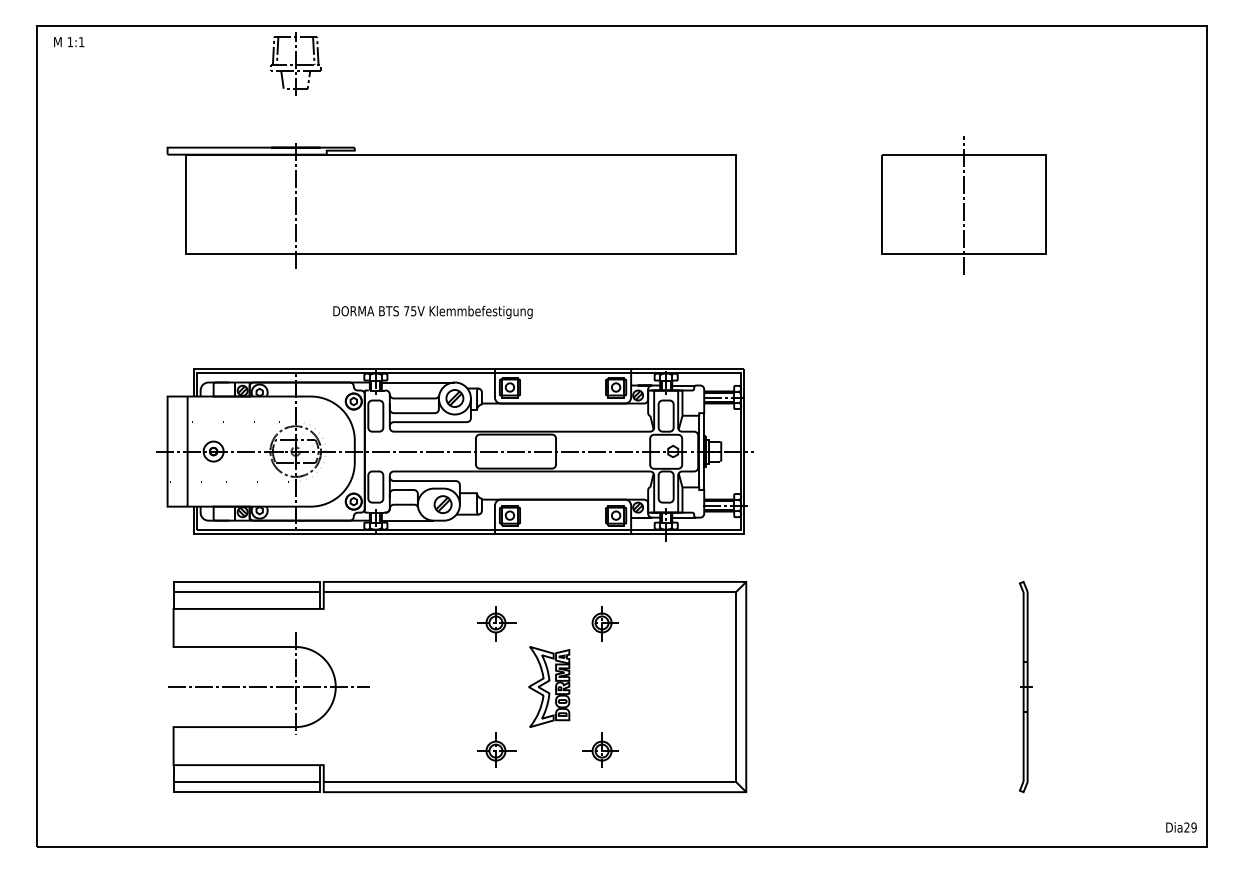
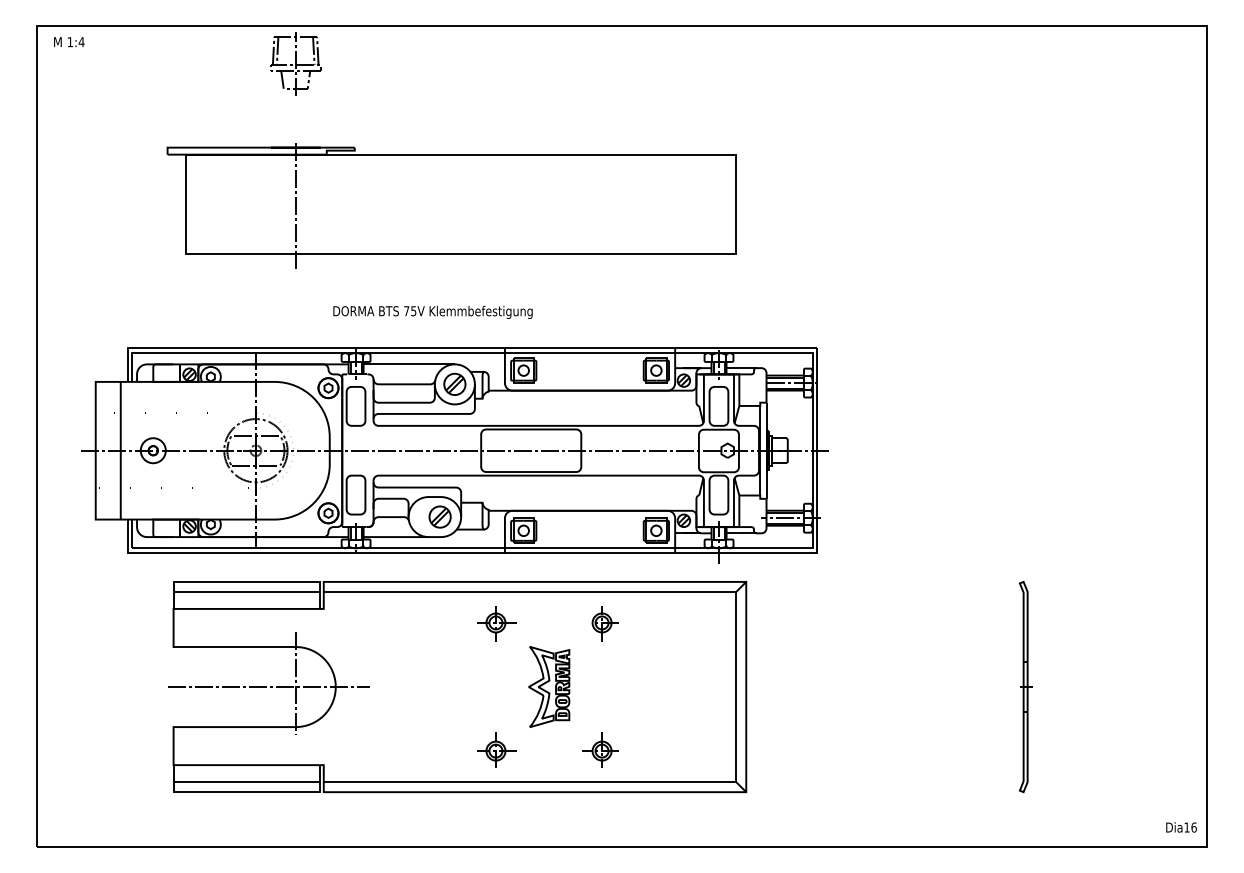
text at (81, 42): 1:1 -> 1:4
part at (963, 205): present -> none
part at (454, 454) size: 598x174 px -> 748x217 px
text at (1190, 827): Dia29 -> Dia16
